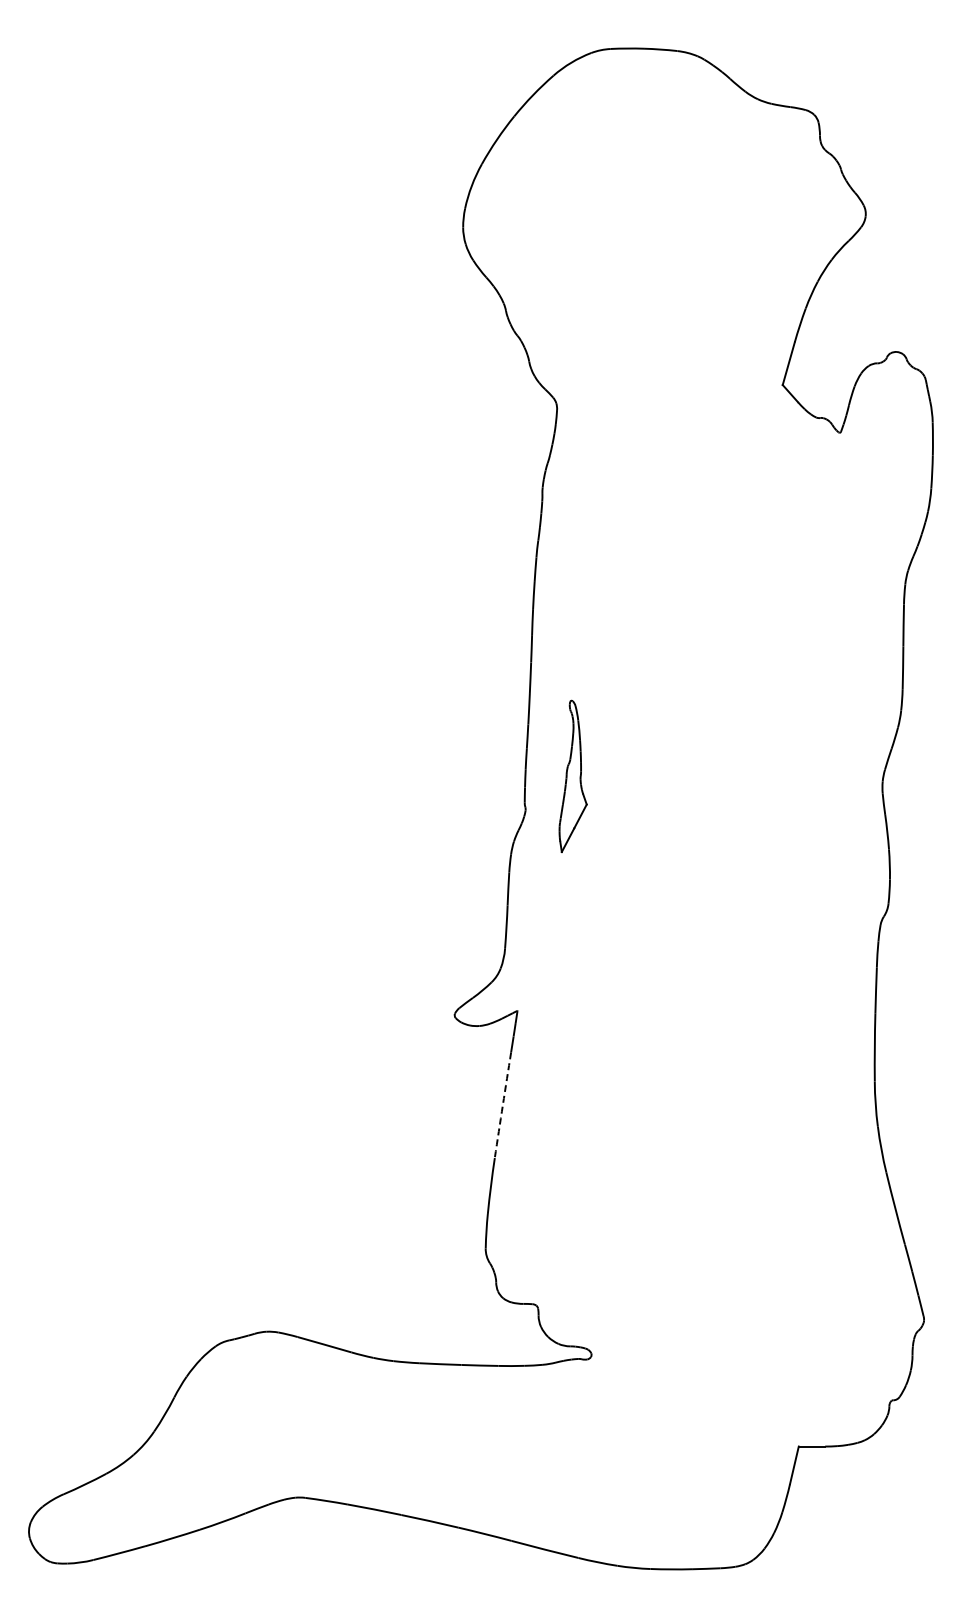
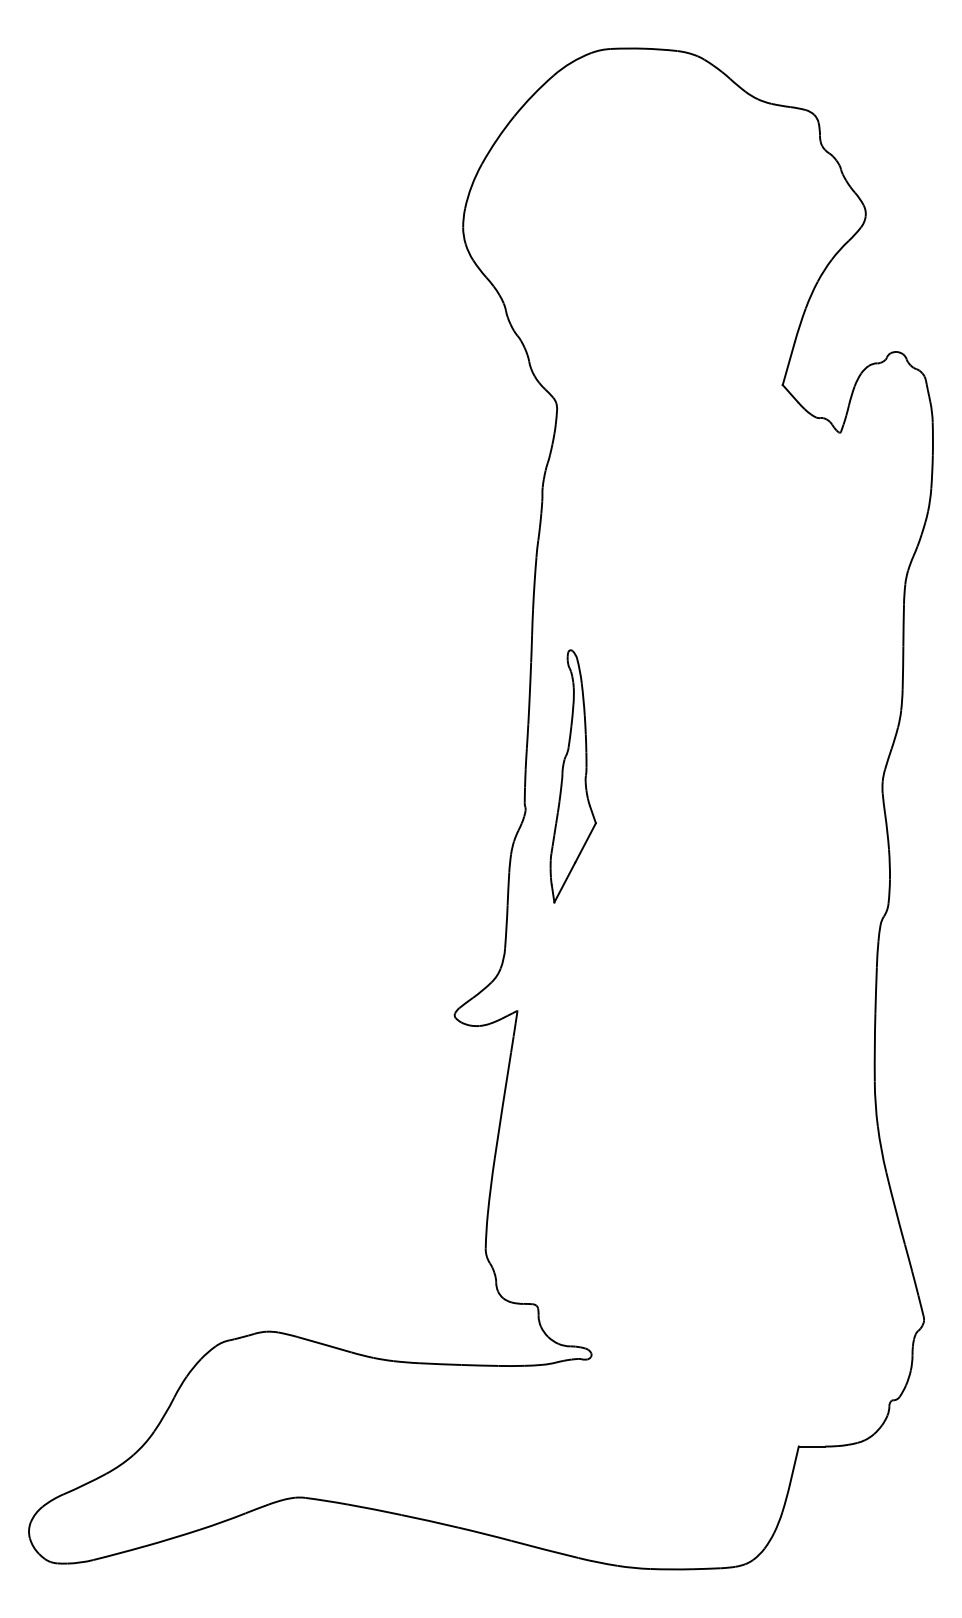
part at (572, 775) size: 30x154 px -> 48x255 px
arc at (502, 1105): dashed -> solid
